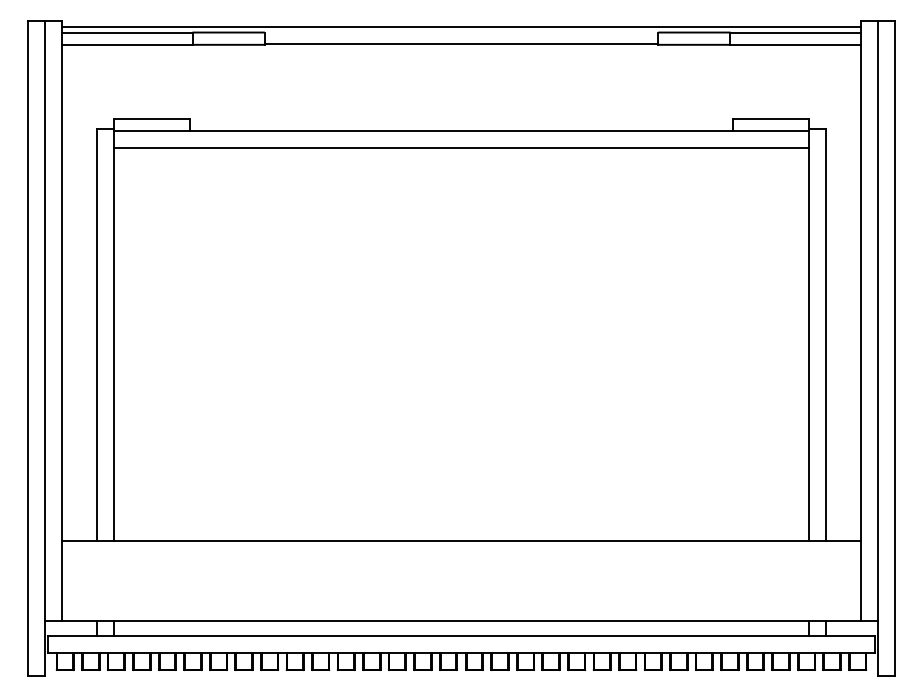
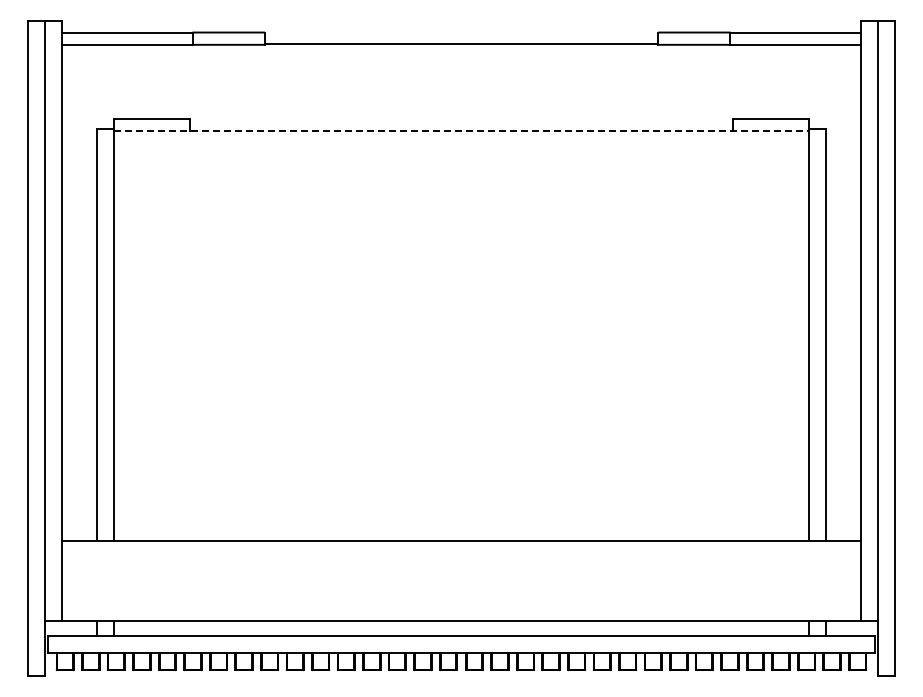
line at (461, 26): present -> none
line at (461, 130): solid -> dashed
line at (461, 148): present -> none
